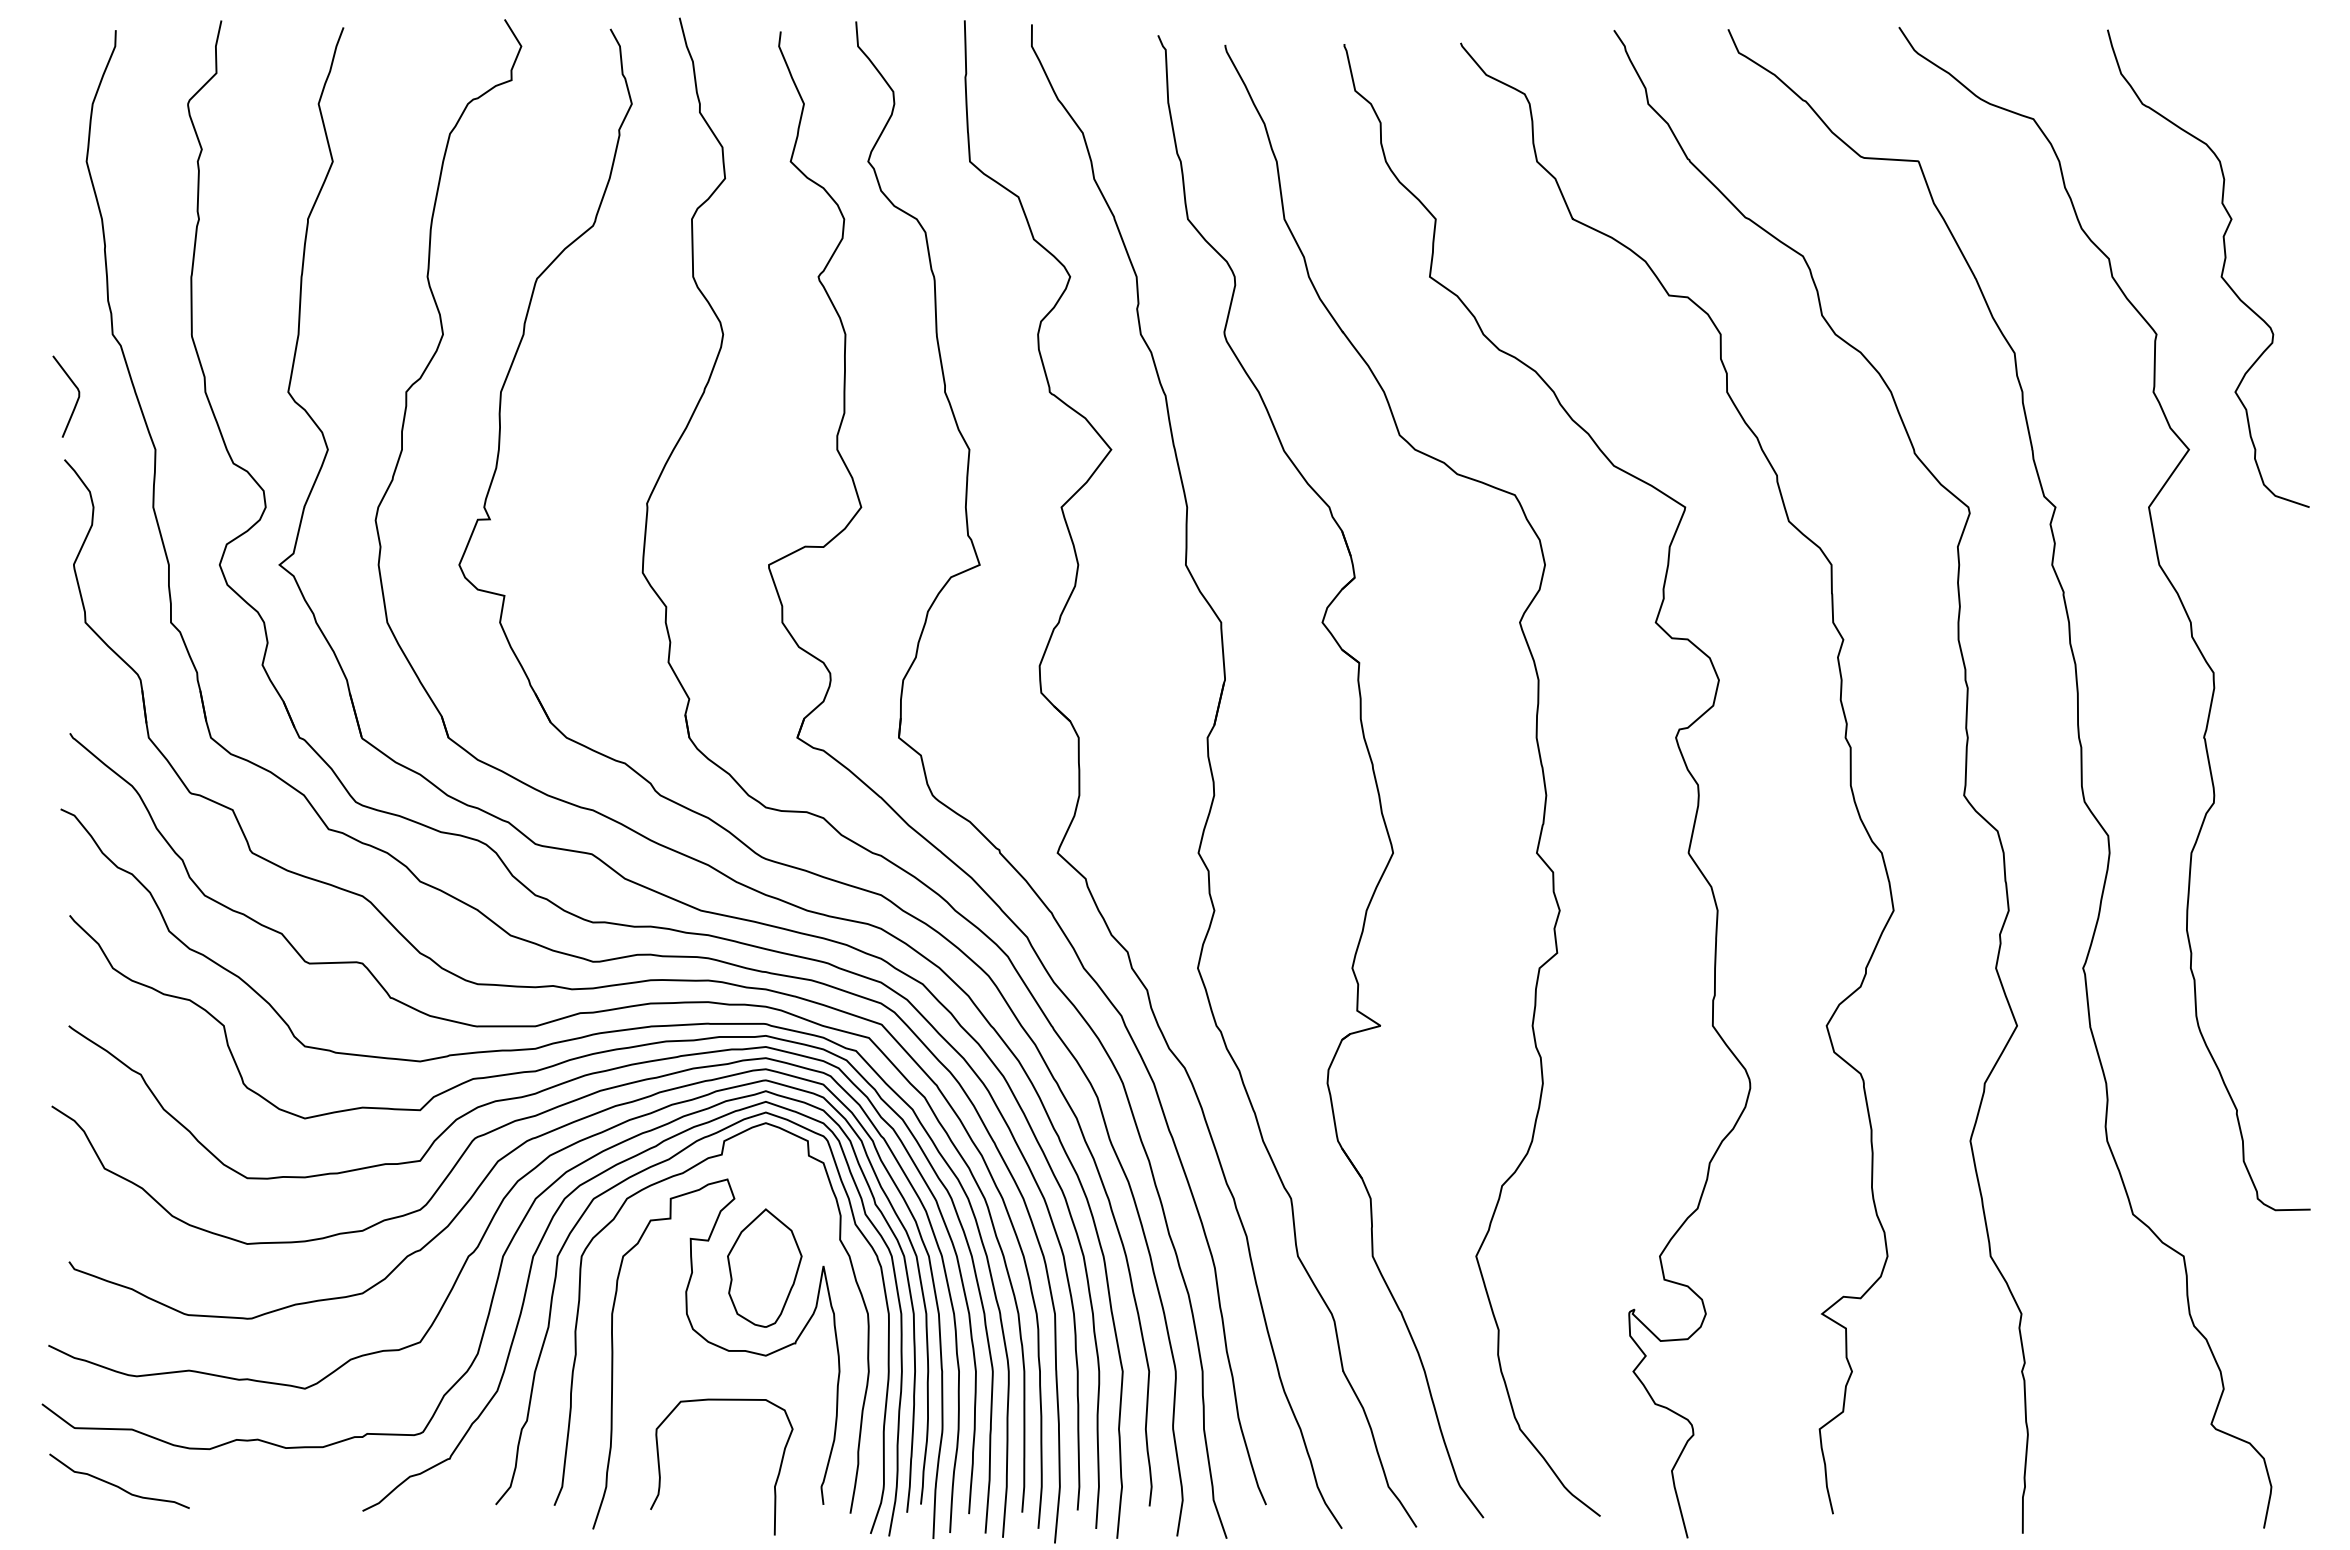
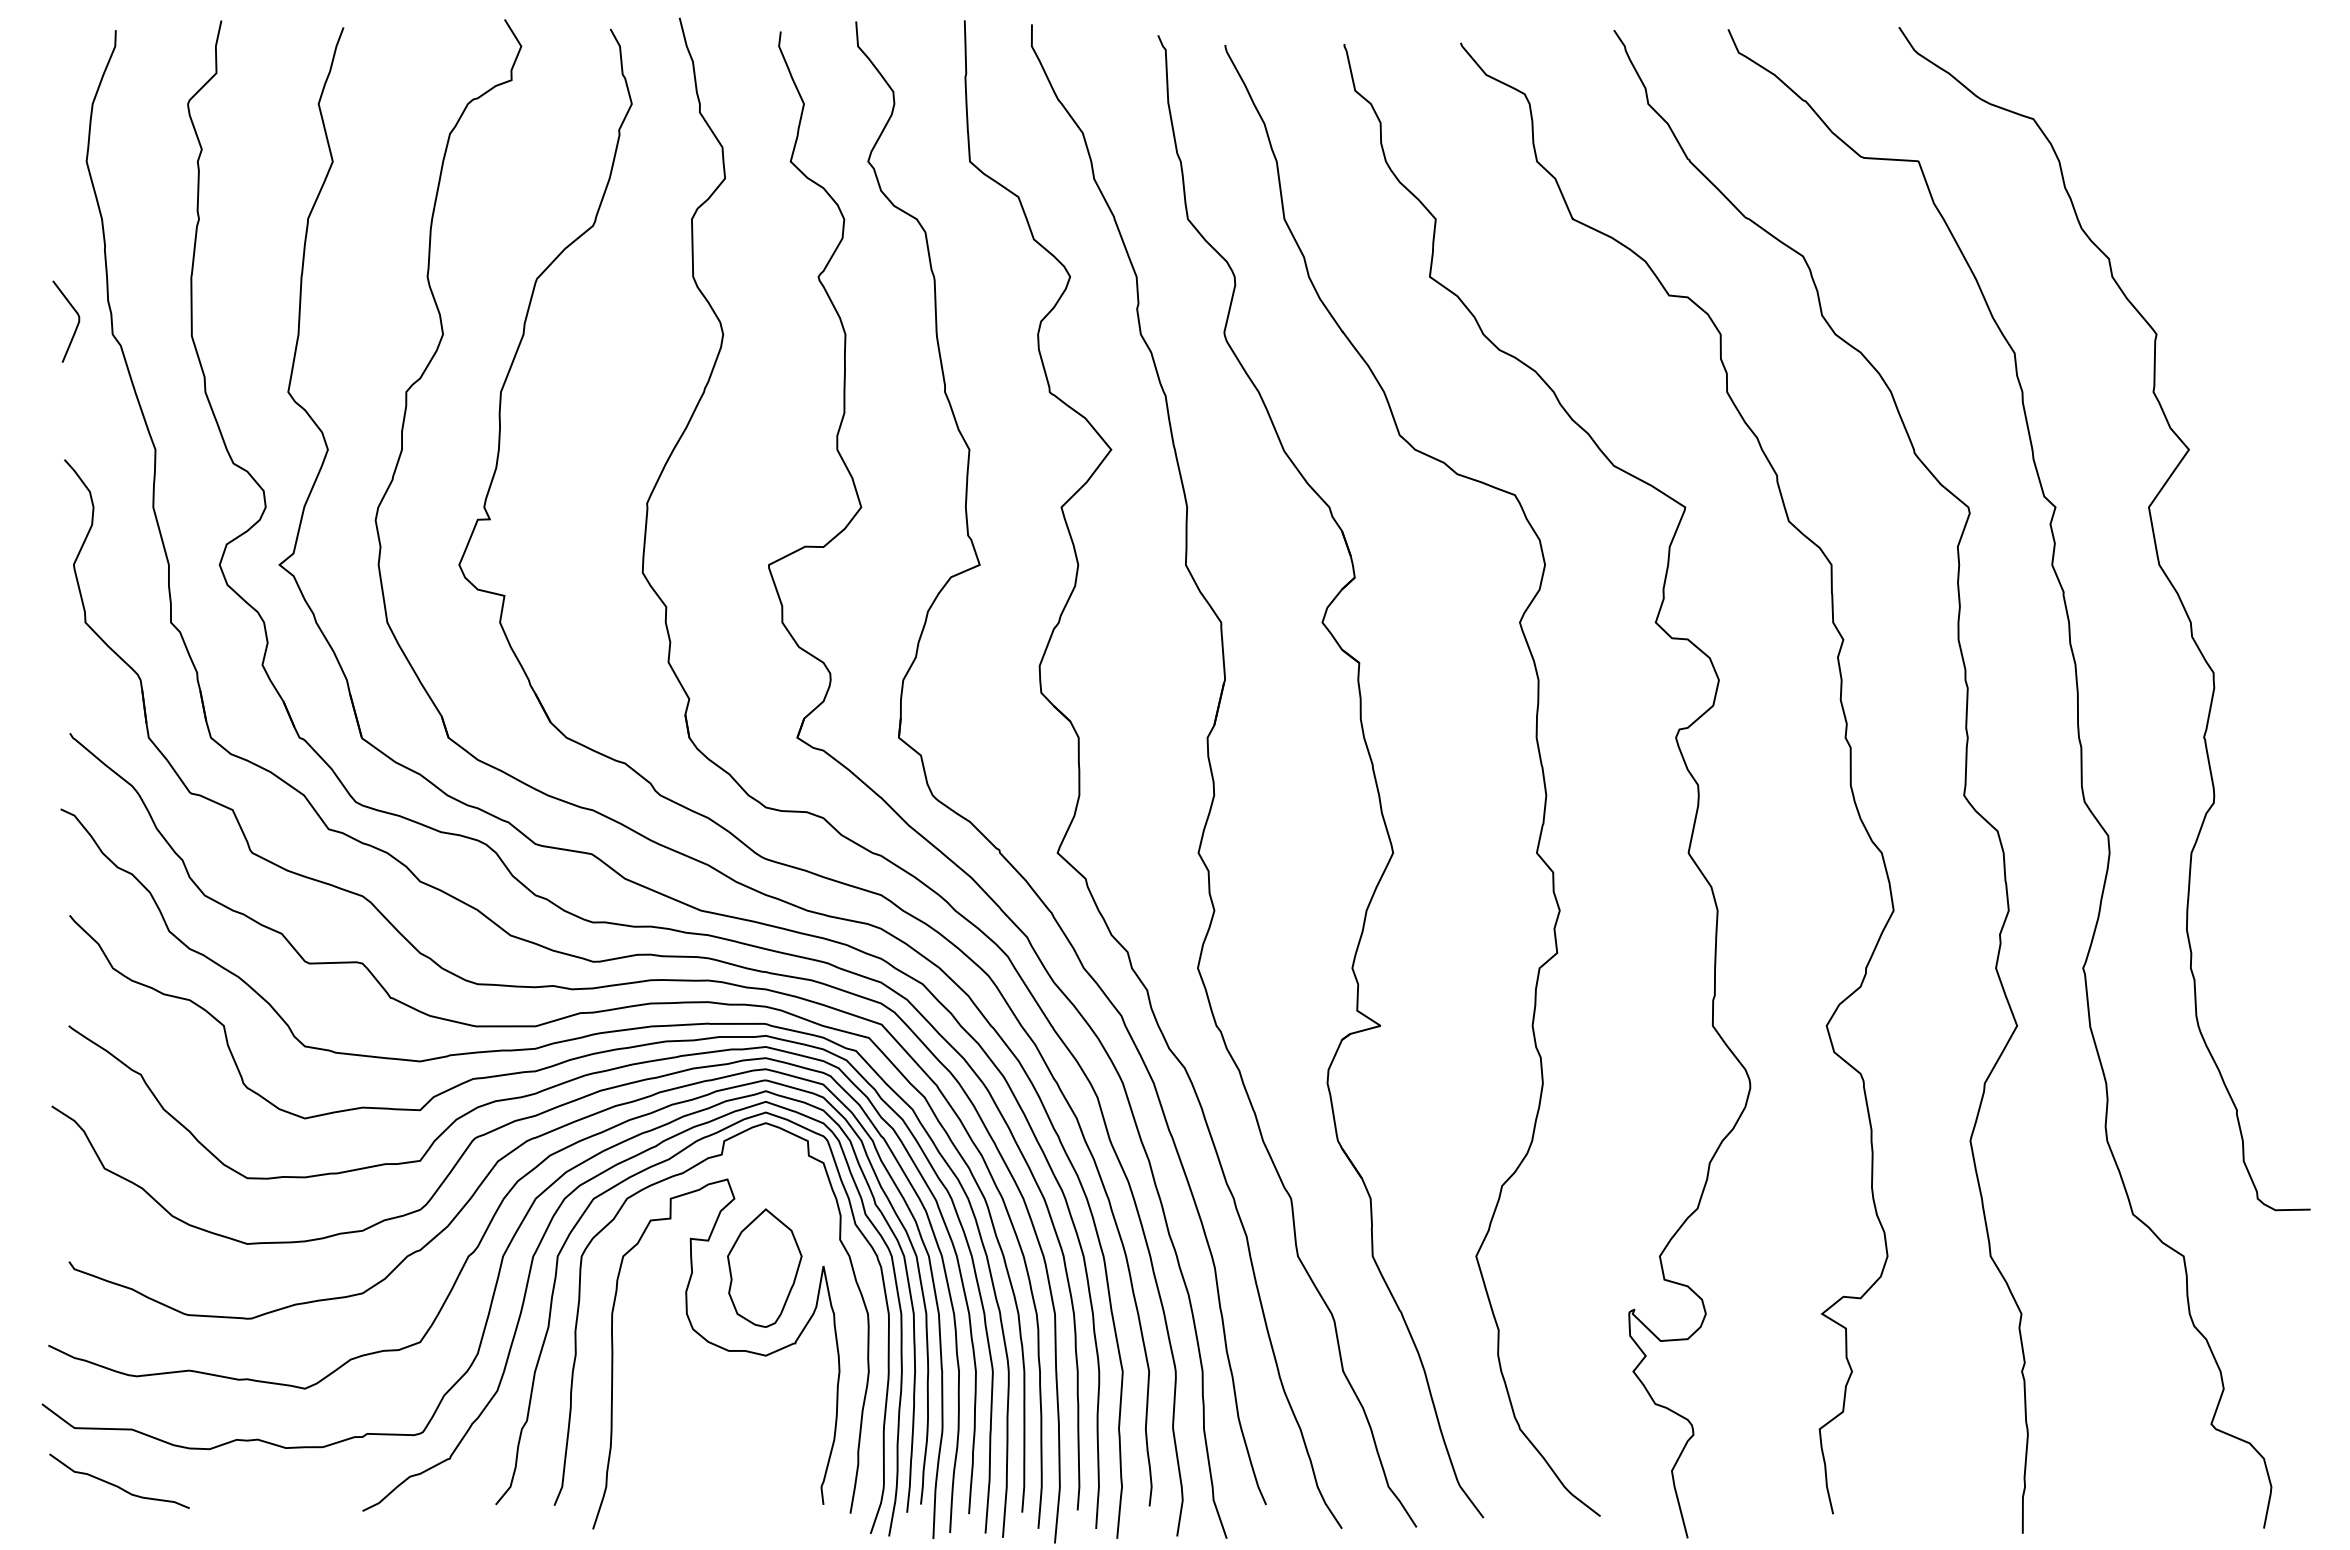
curve at (2221, 271): present -> none
curve at (76, 400) position: (76, 400) -> (76, 325)
curve at (774, 1484): present -> none
